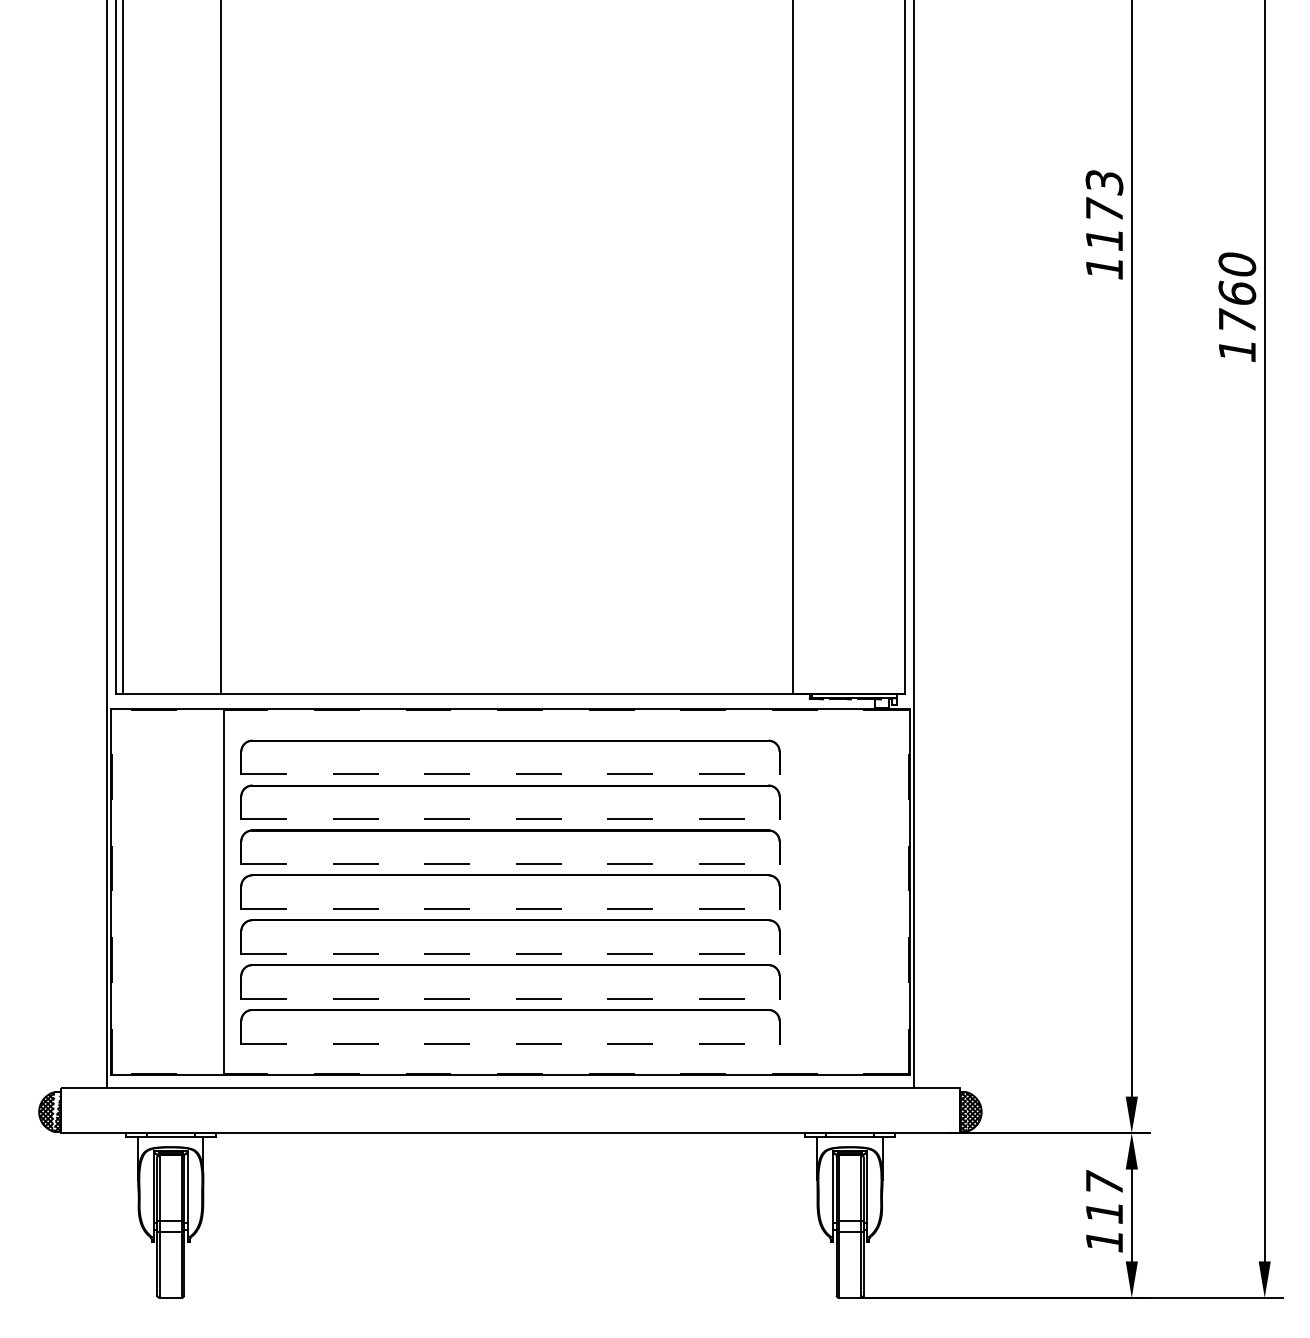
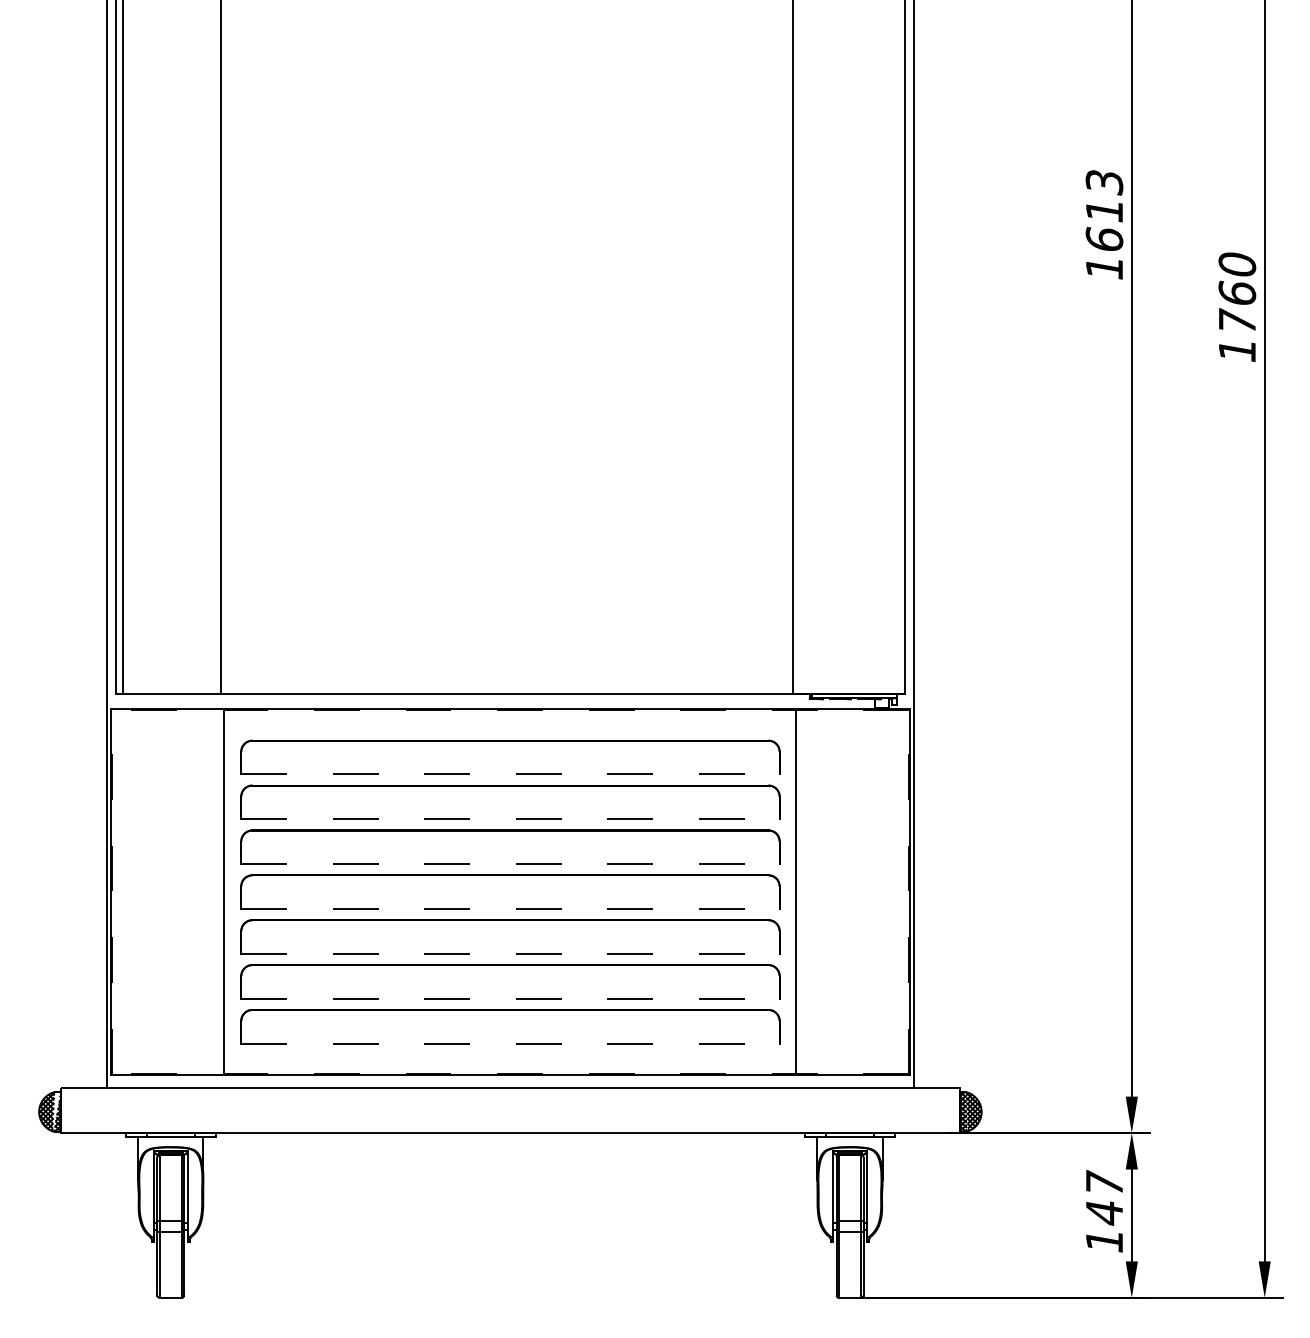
text at (1104, 223): 1173 -> 1613
line at (796, 891): none -> present
text at (1104, 1213): 117 -> 147
